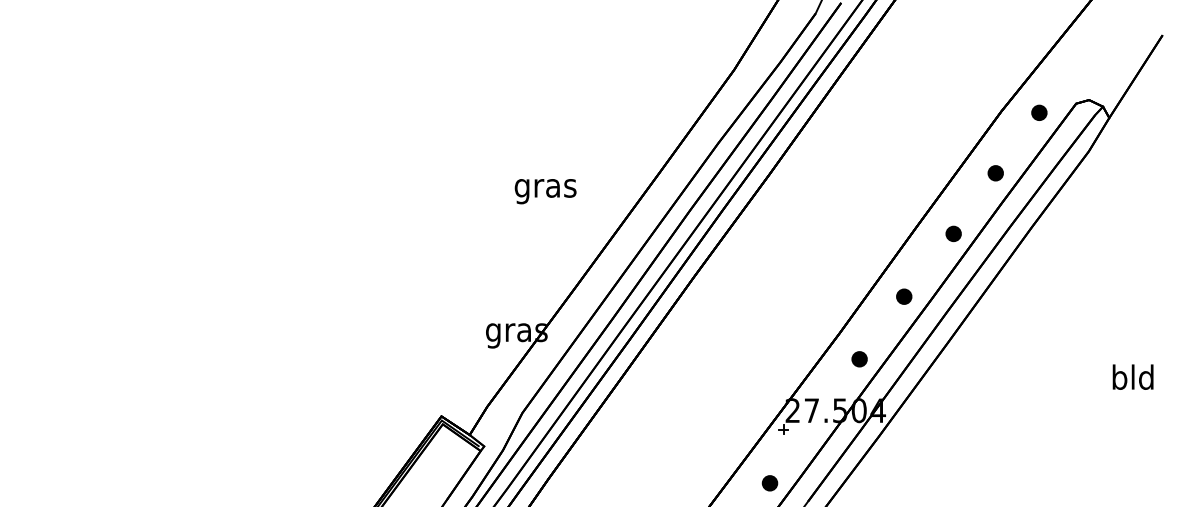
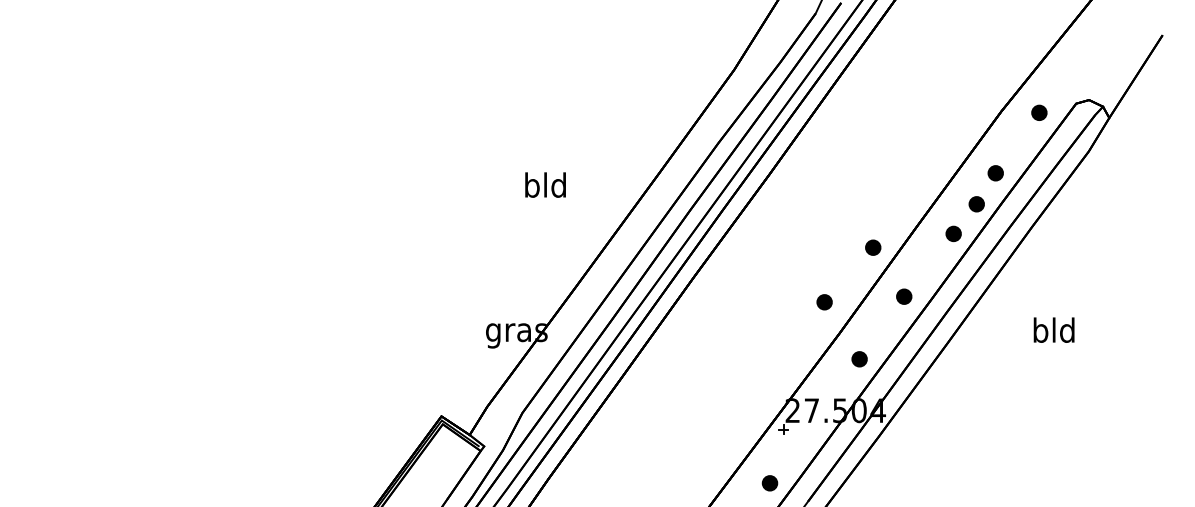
text at (545, 188): gras -> bld
part at (976, 204): none -> present
part at (873, 247): none -> present
part at (824, 302): none -> present
text at (1132, 376) position: (1132, 376) -> (1053, 329)
